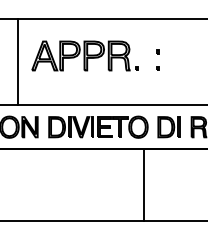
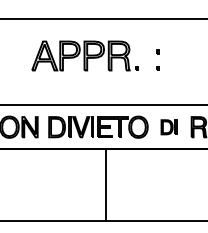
line at (17, 61): present -> none
part at (168, 127) size: 24x23 px -> 18x17 px
line at (144, 184) position: (144, 184) -> (106, 184)
